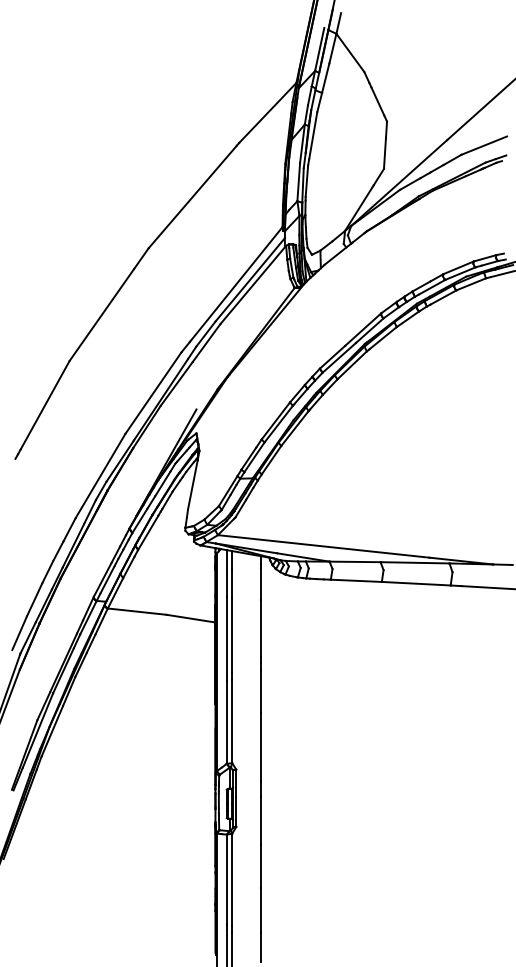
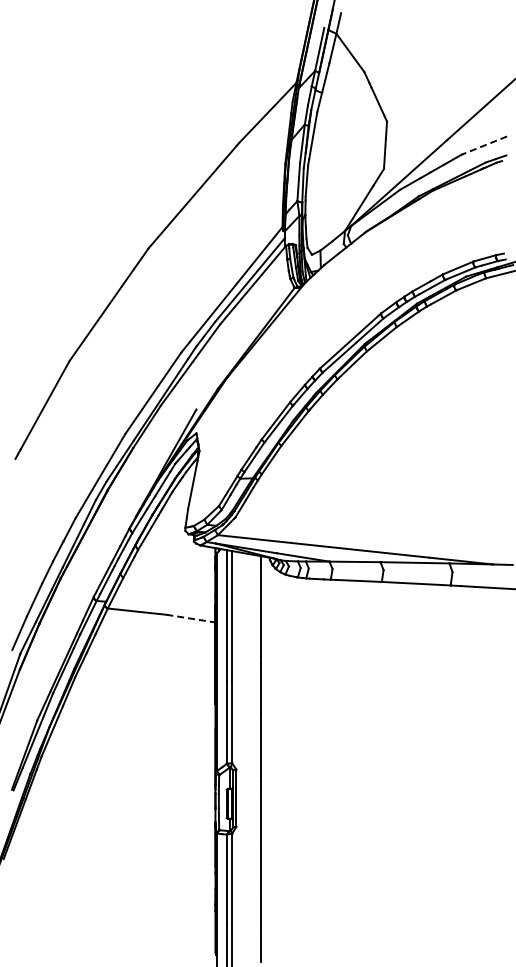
line at (484, 145): solid -> dashed
line at (190, 618): solid -> dashed
